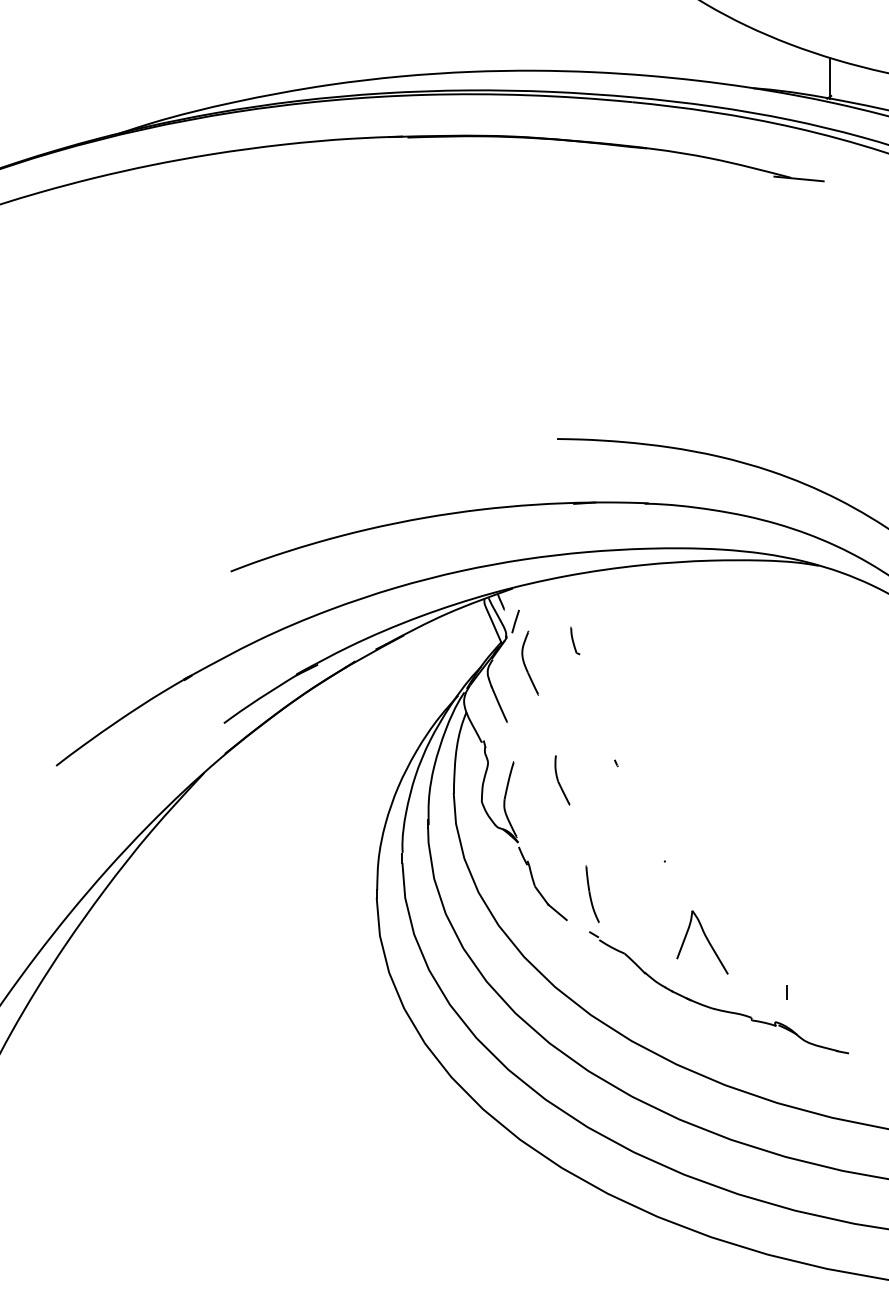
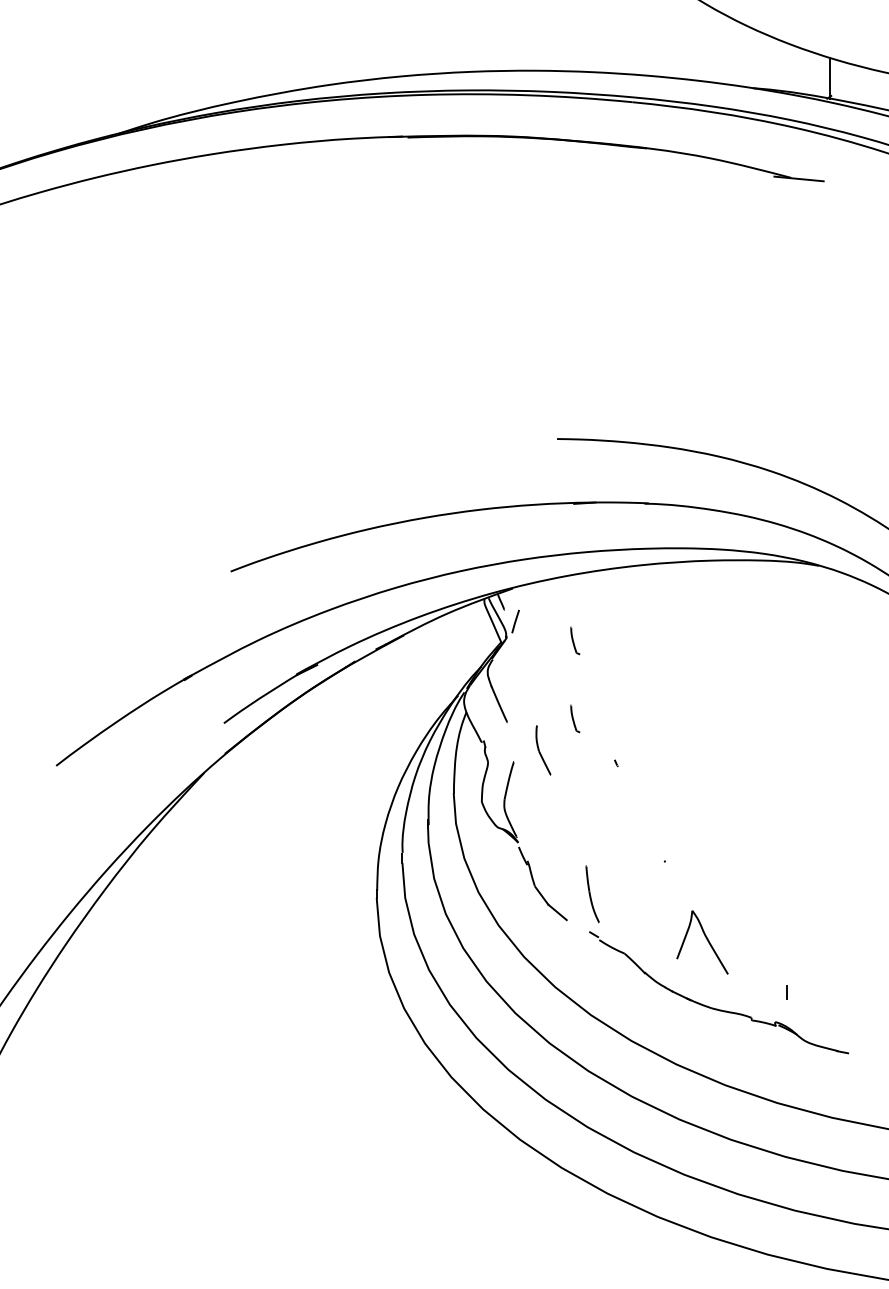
part at (529, 662): present -> none
part at (575, 718): none -> present
part at (562, 780) position: (562, 780) -> (543, 750)
